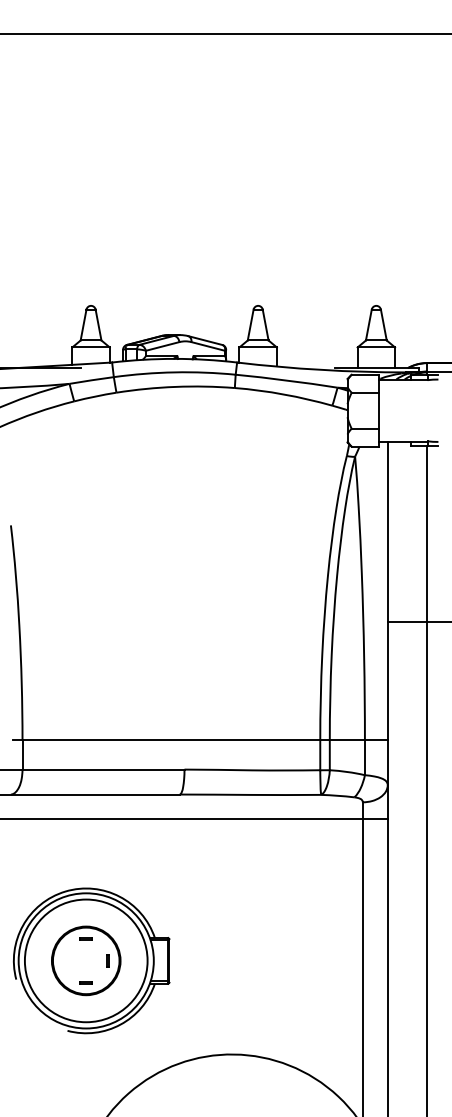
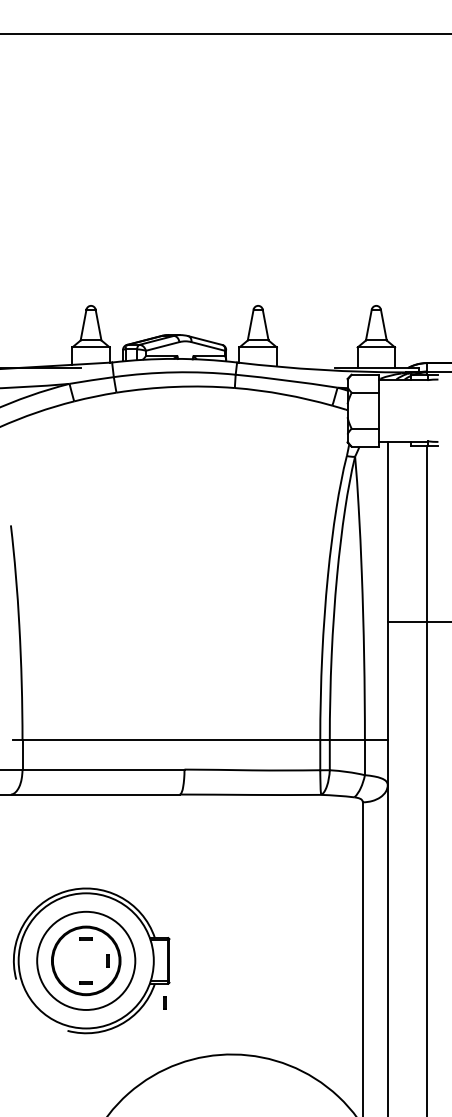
line at (194, 819): present -> none
circle at (85, 960) diameter: 123 px -> 98 px
part at (164, 1002): none -> present
